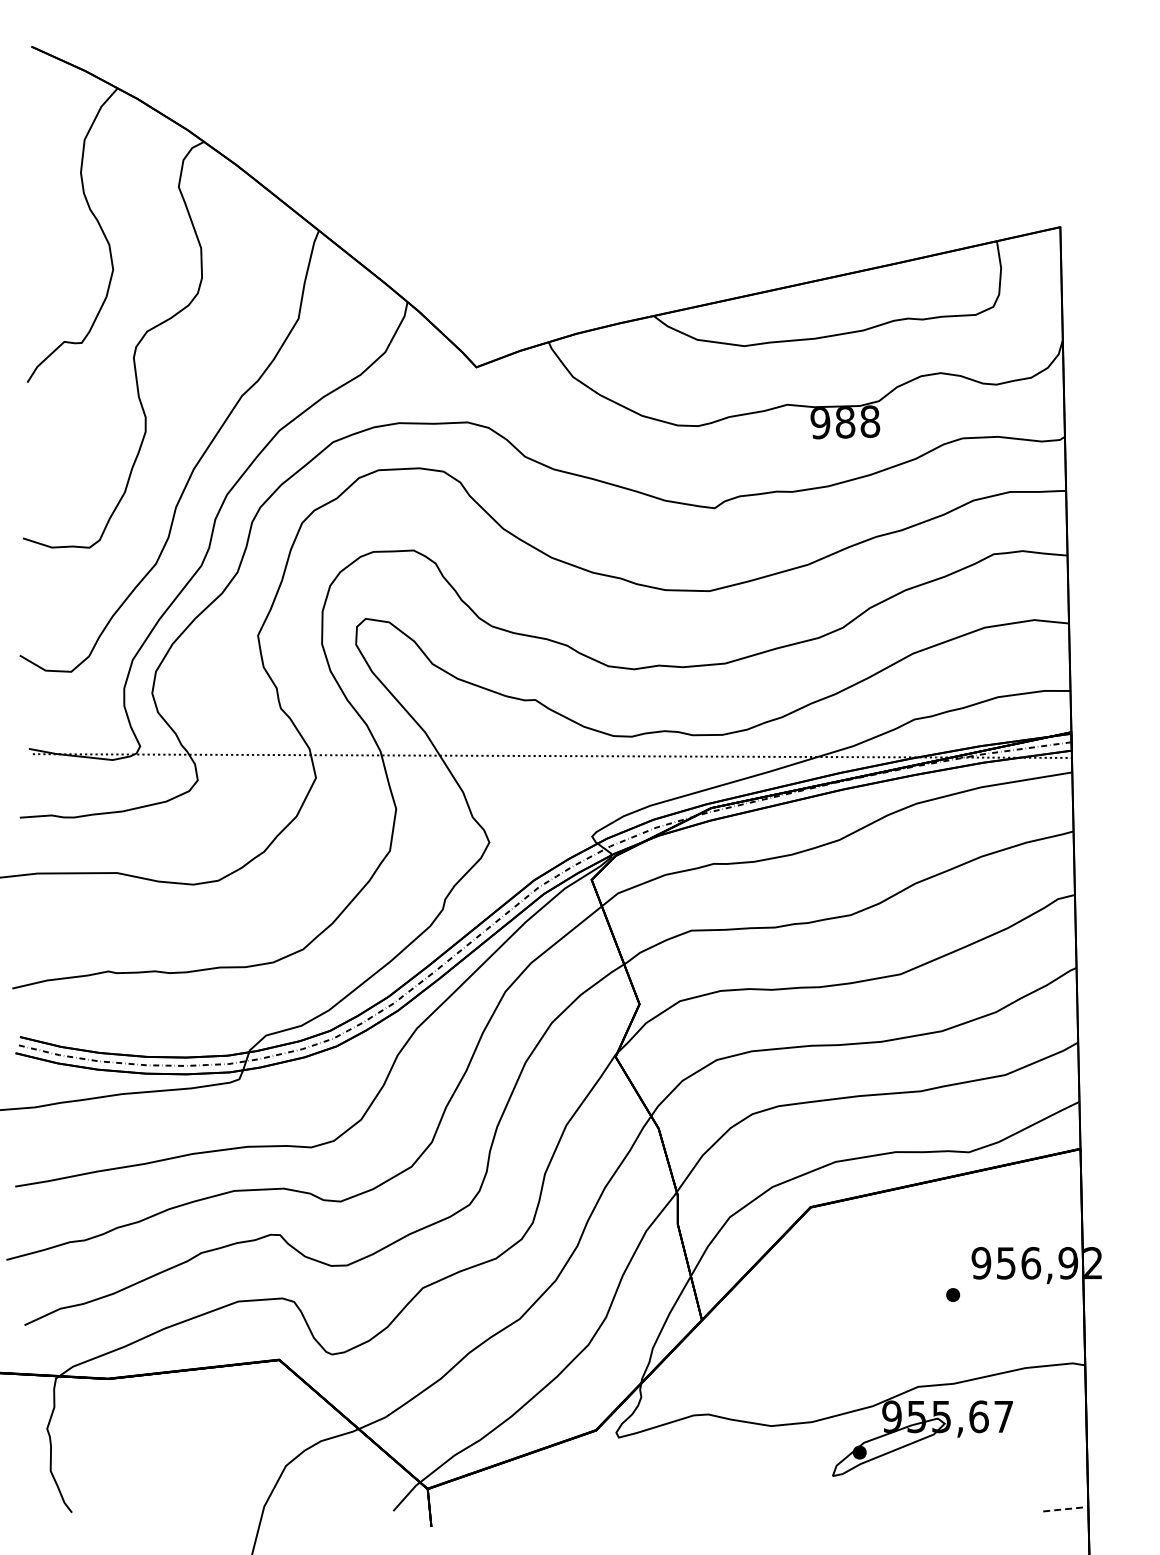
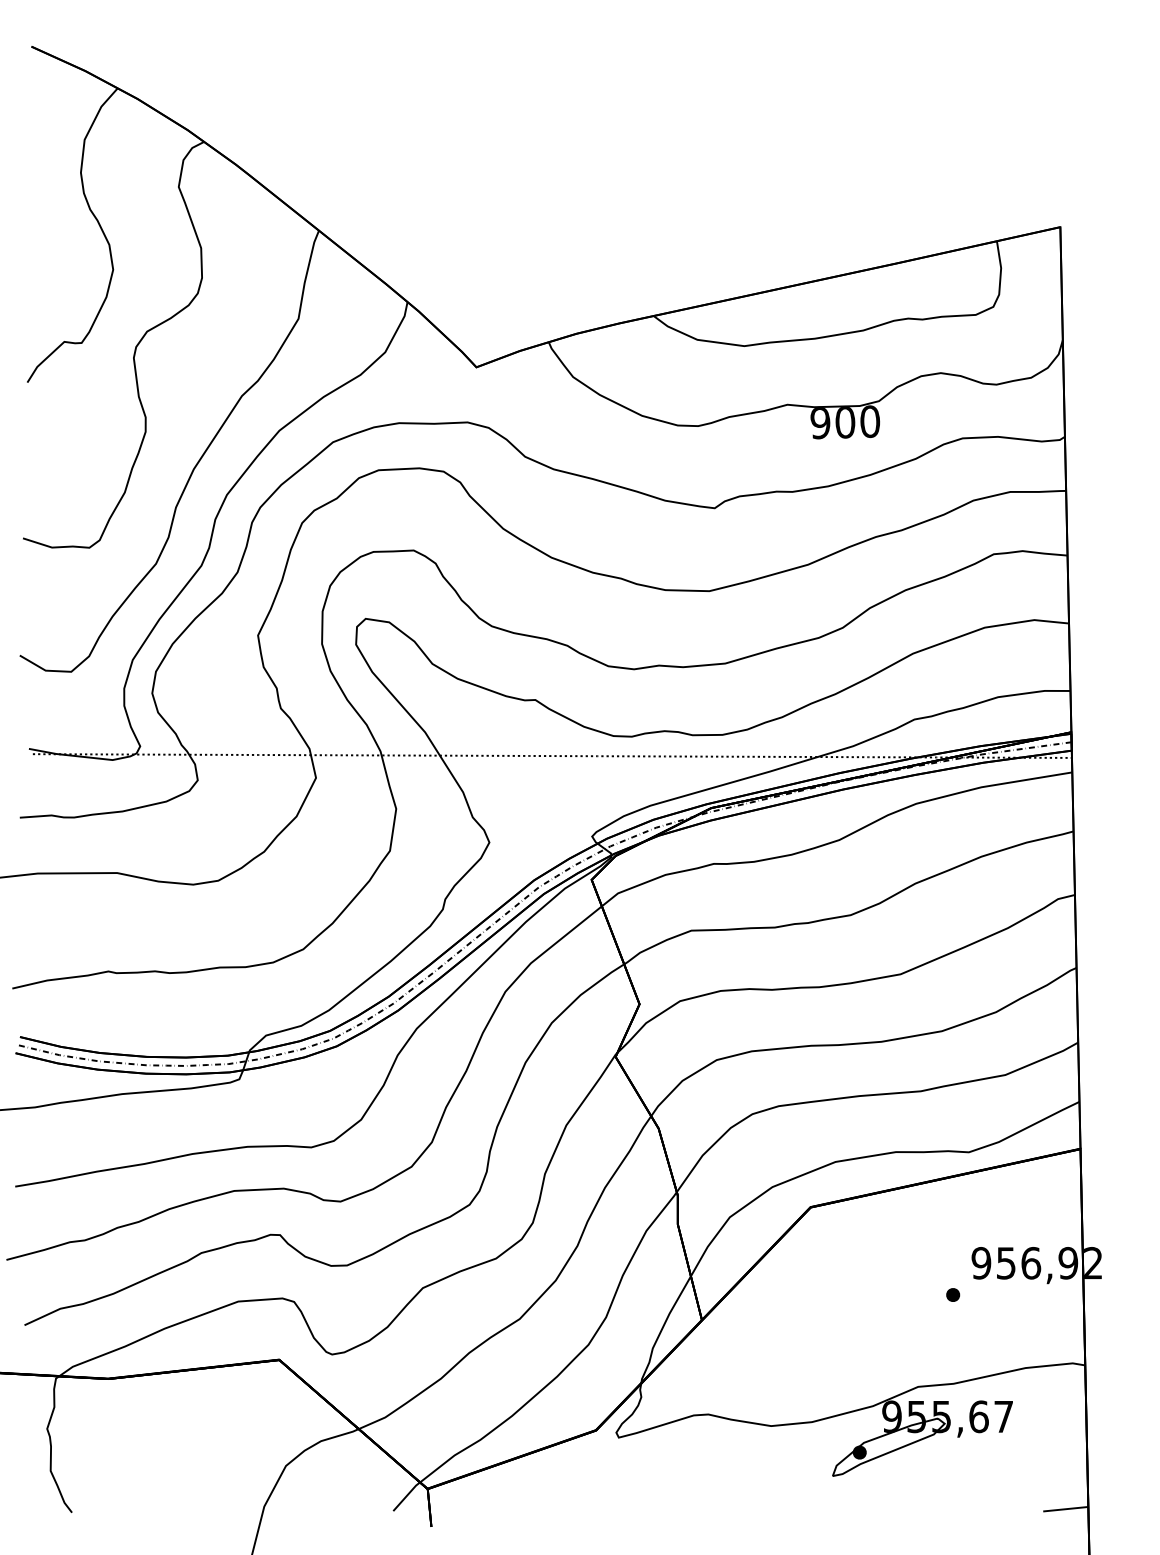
text at (857, 421): 988 -> 900
line at (1065, 1509): dashed -> solid
